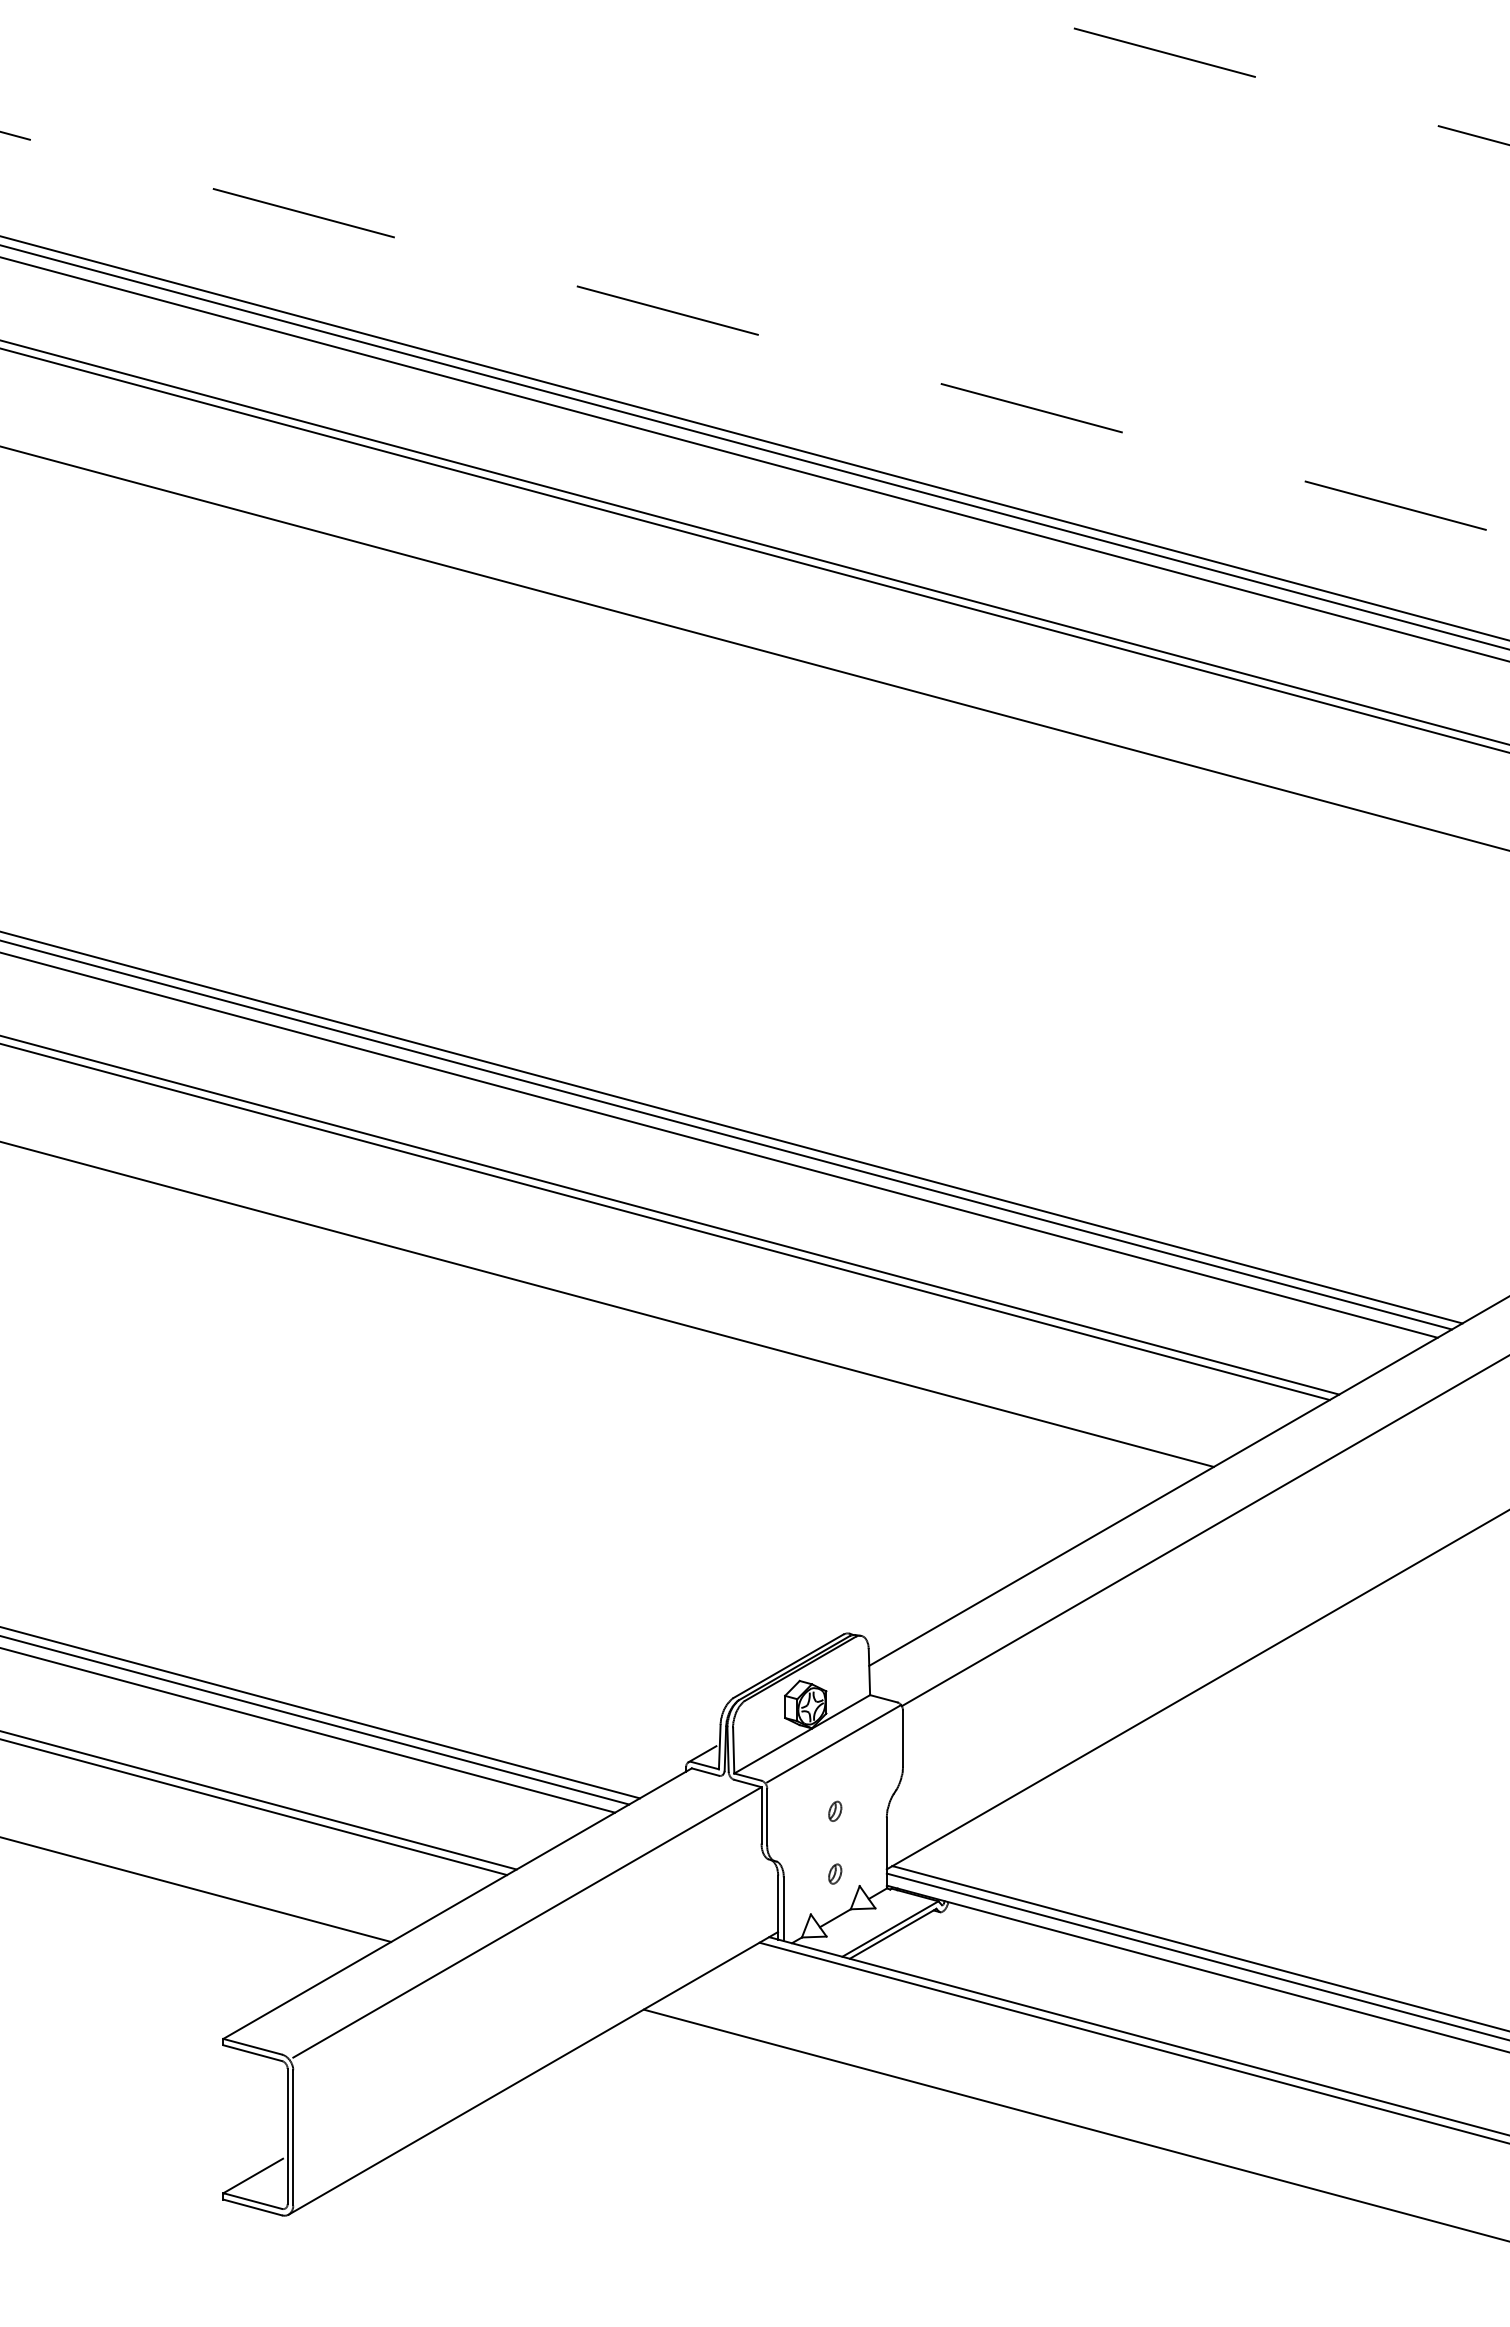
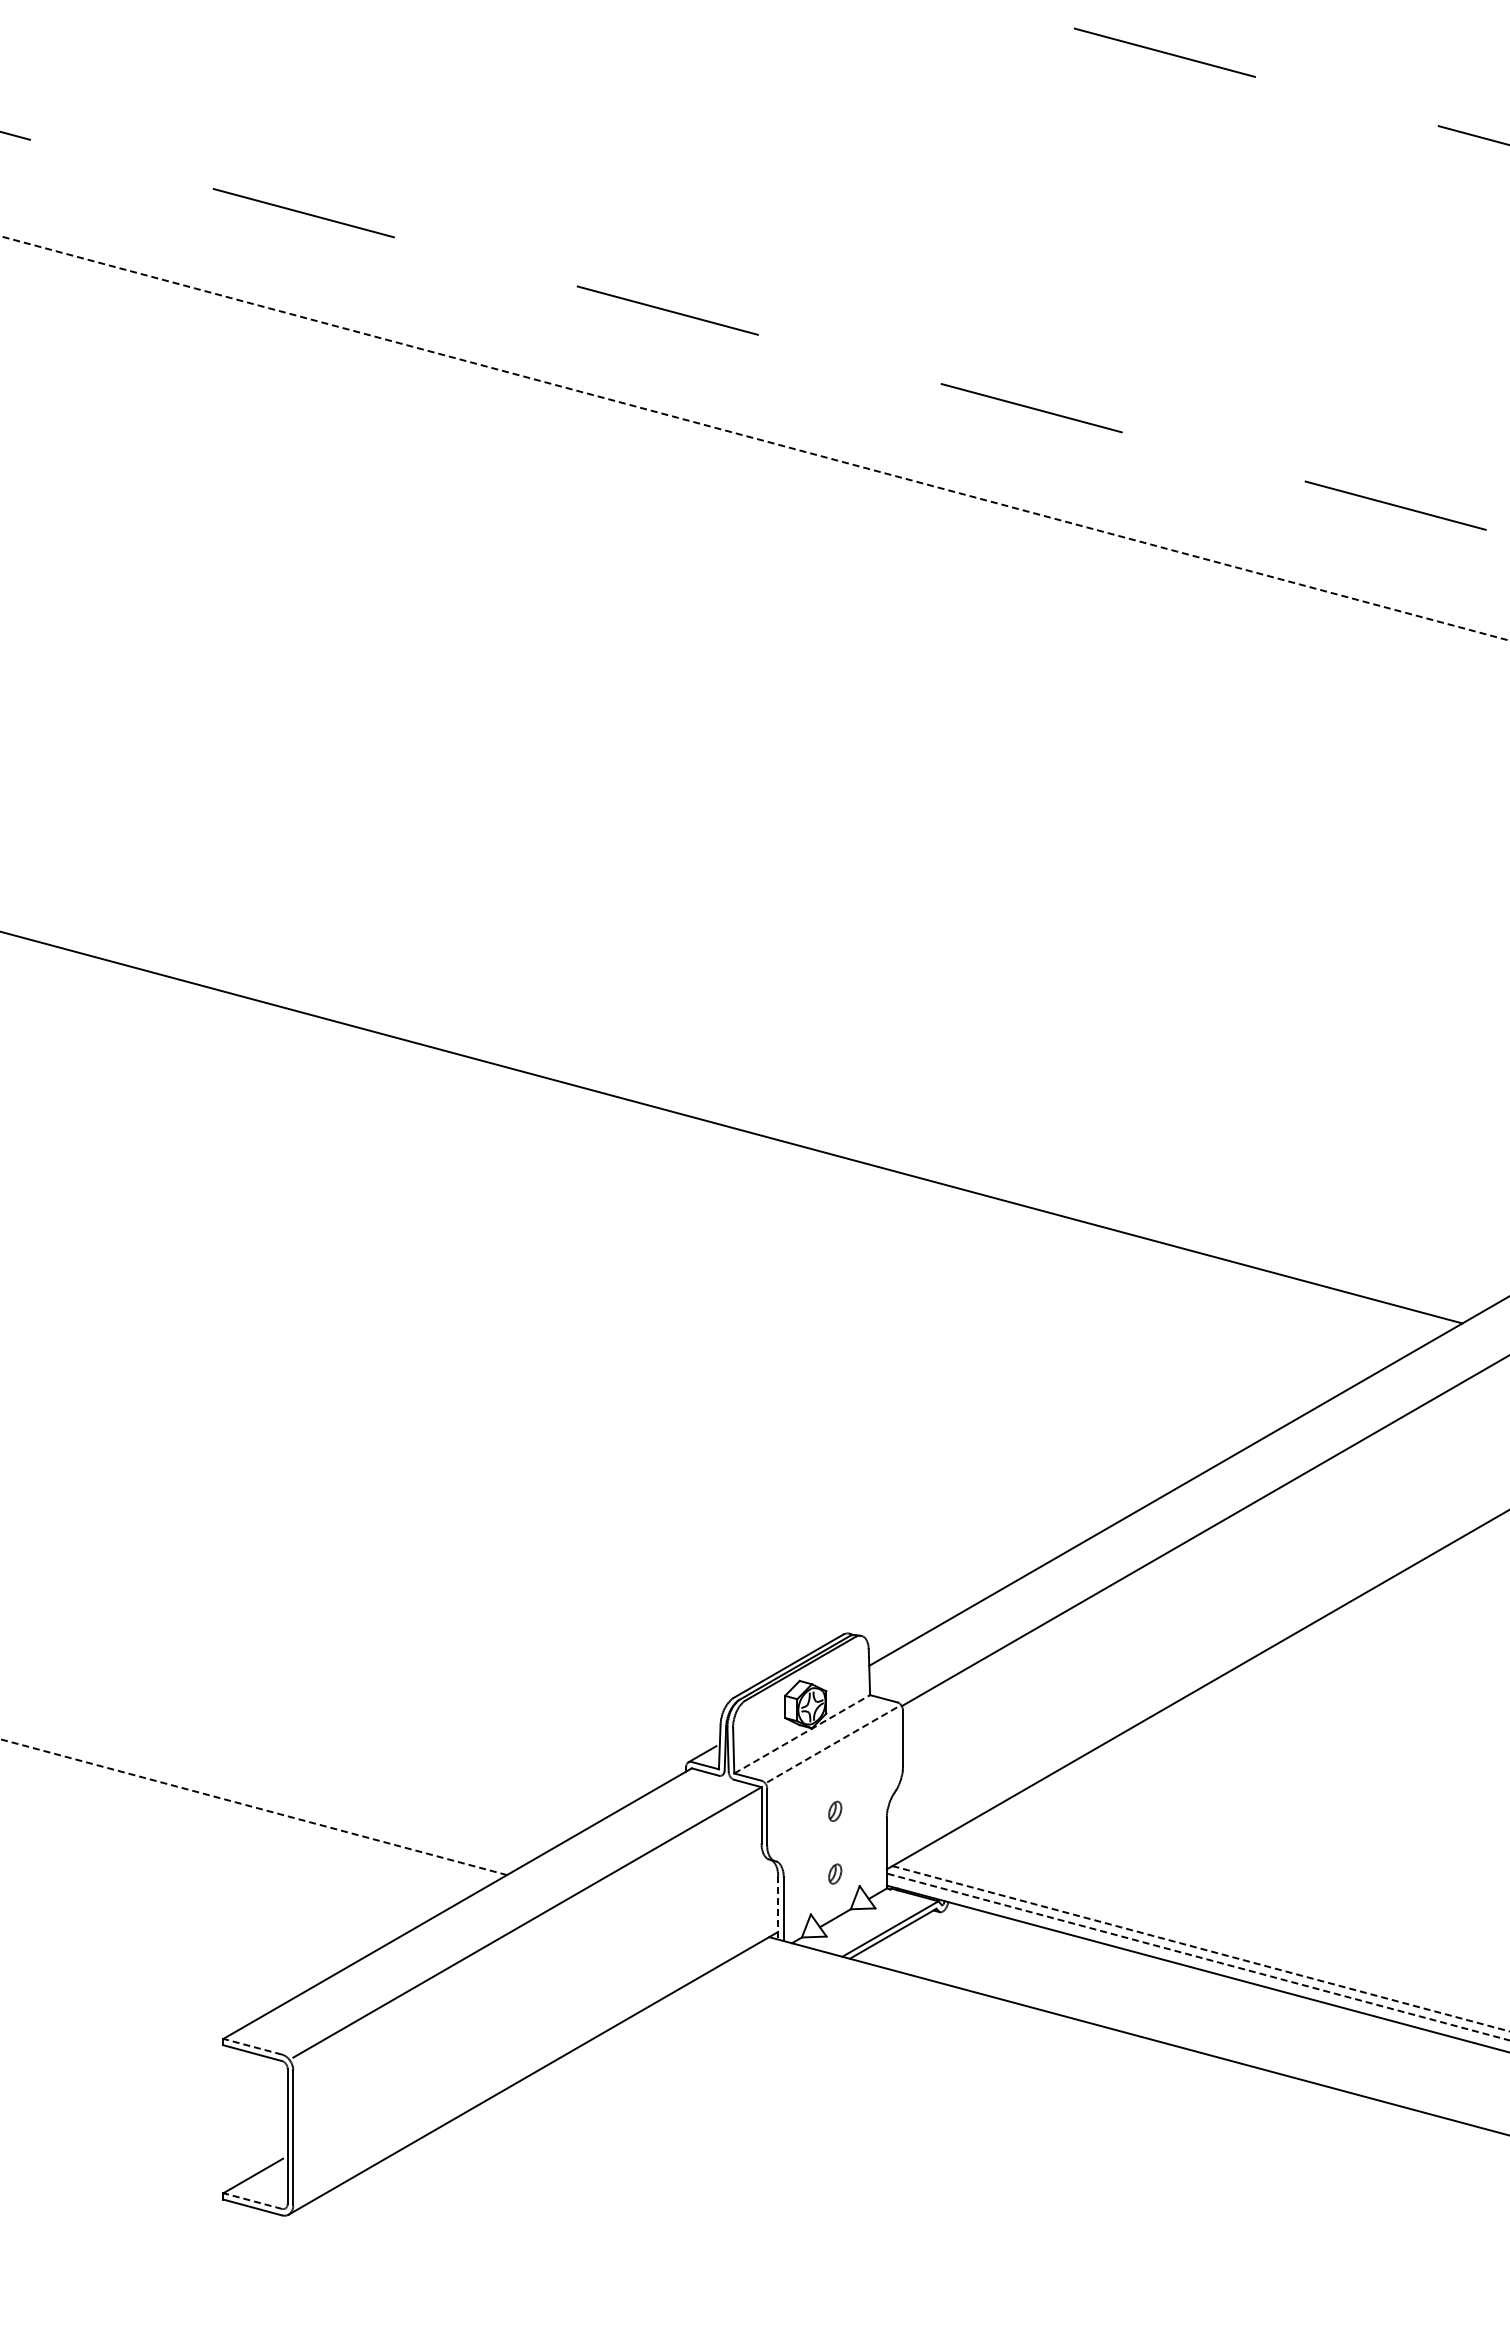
line at (755, 438): solid -> dashed
line at (754, 446): present -> none
line at (754, 458): present -> none
line at (754, 542): present -> none
line at (754, 550): present -> none
line at (754, 648): present -> none
line at (726, 1135): present -> none
line at (719, 1145): present -> none
line at (670, 1215): present -> none
line at (665, 1222): present -> none
line at (607, 1304): present -> none
line at (320, 1712): present -> none
line at (315, 1720): present -> none
line at (308, 1730): present -> none
line at (802, 1734): solid -> dashed
line at (834, 1743): solid -> dashed
line at (259, 1800): present -> none
line at (253, 1807): solid -> dashed
line at (196, 1889): present -> none
line at (778, 1907): solid -> dashed
line at (1201, 1948): solid -> dashed
line at (1197, 1956): solid -> dashed
line at (1132, 2042): present -> none
line at (252, 2046): solid -> dashed
line at (1074, 2124): present -> none
line at (253, 2201): solid -> dashed
